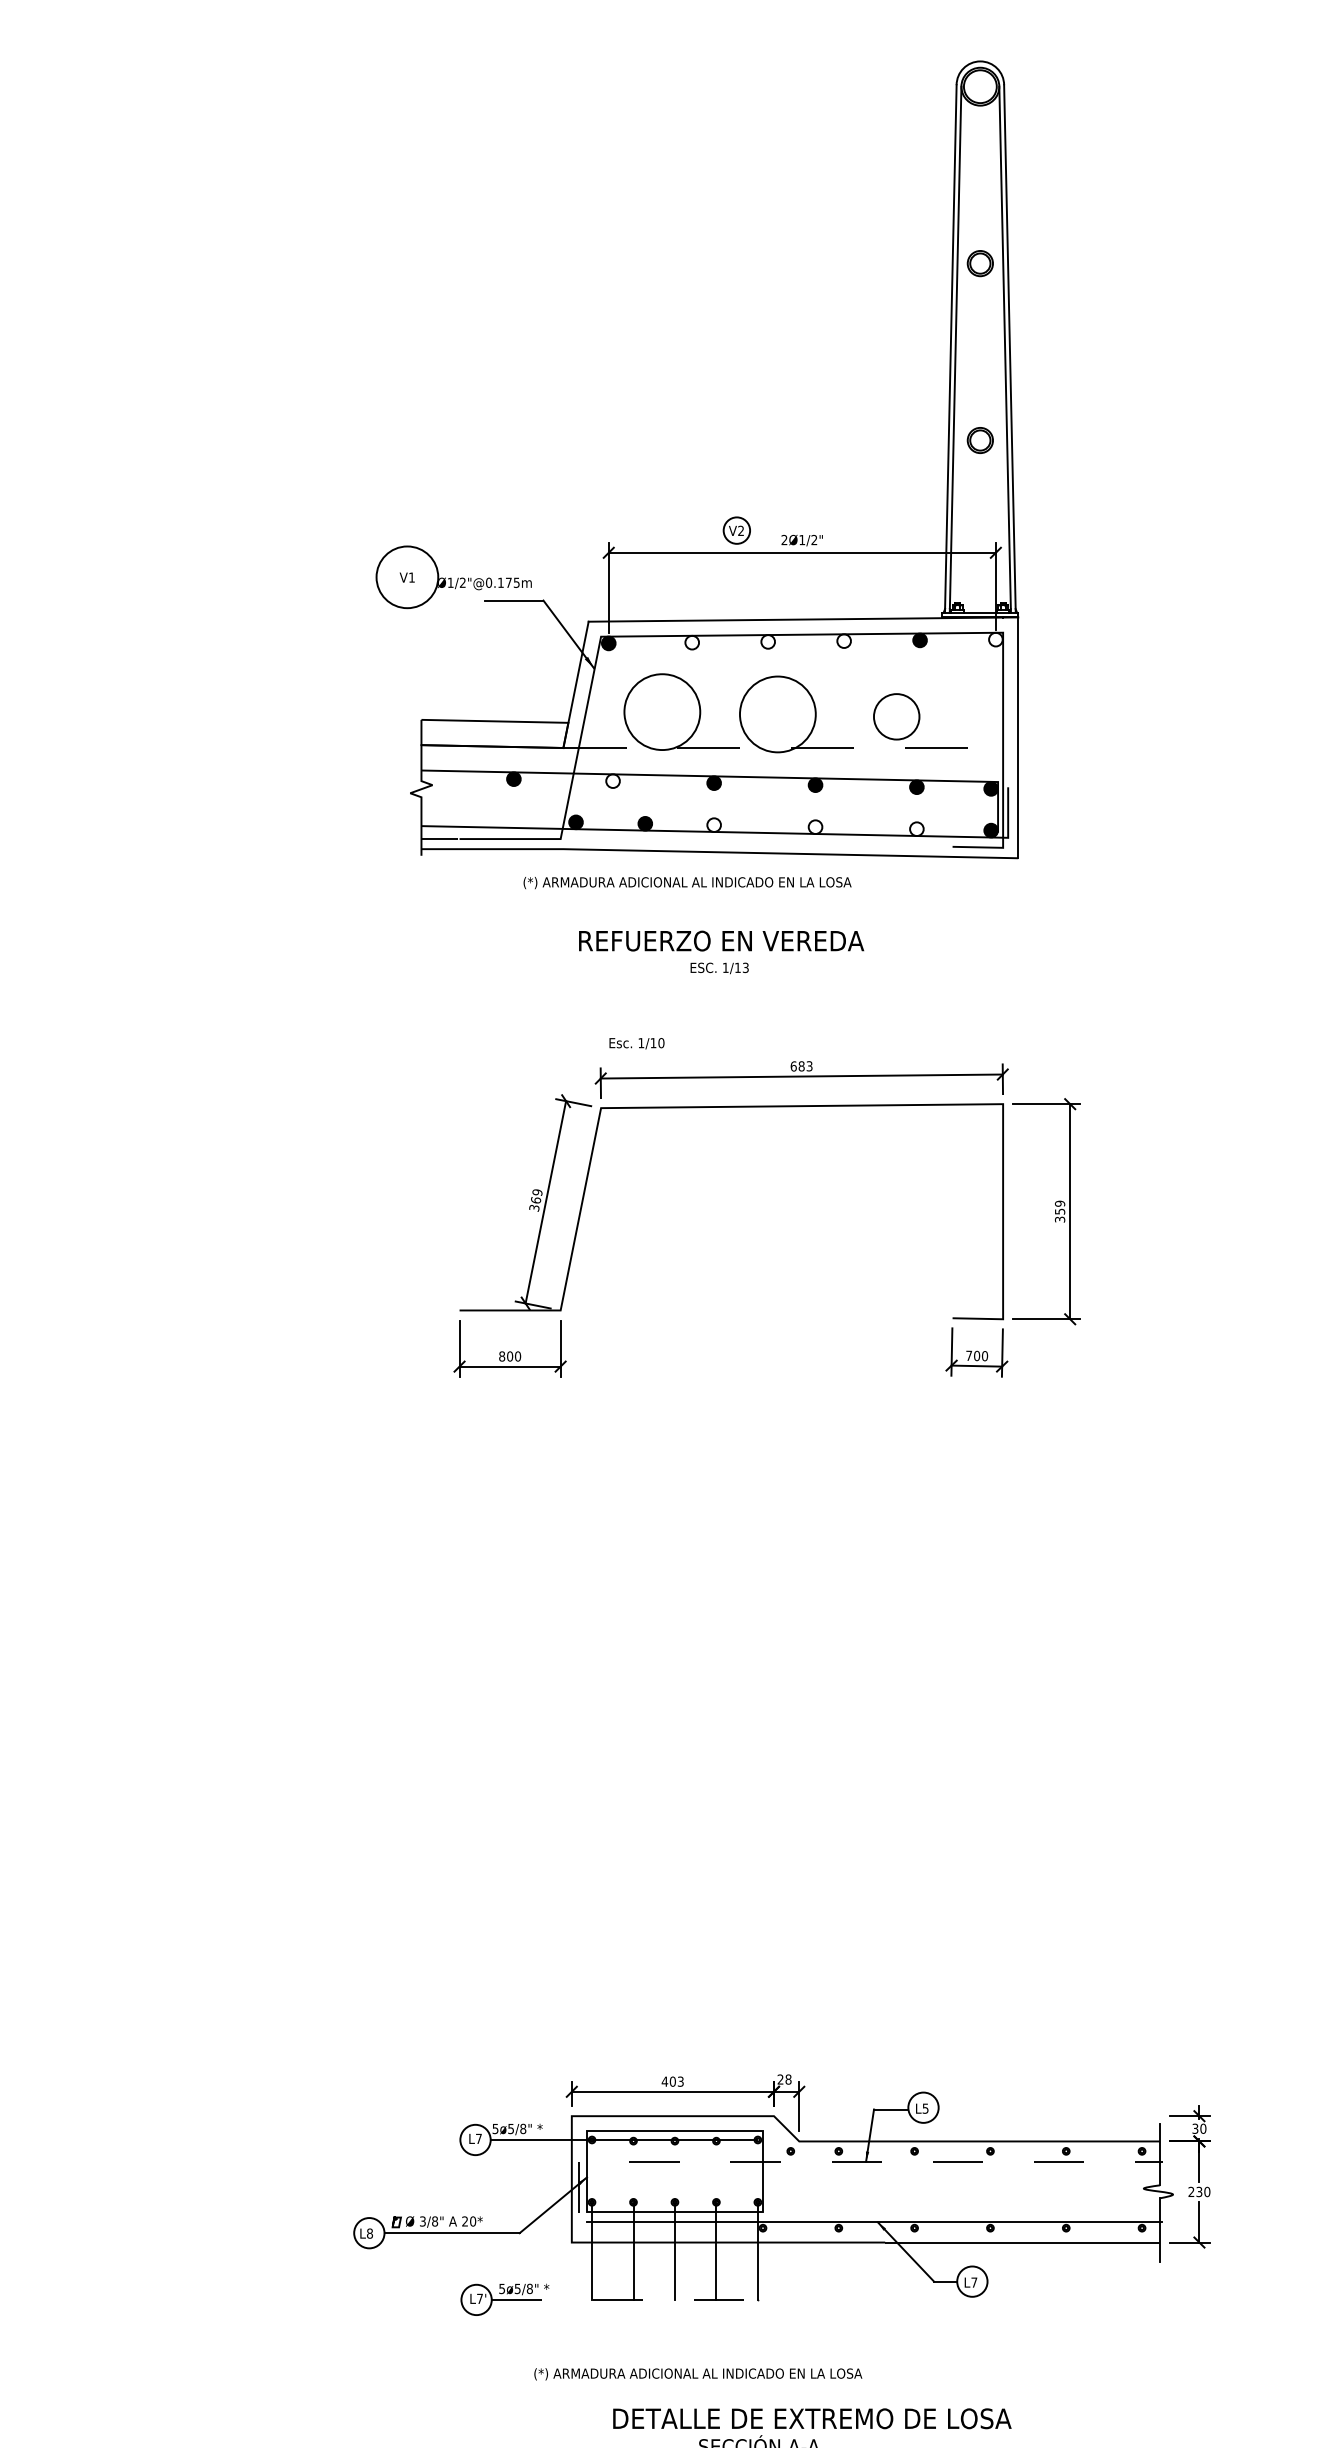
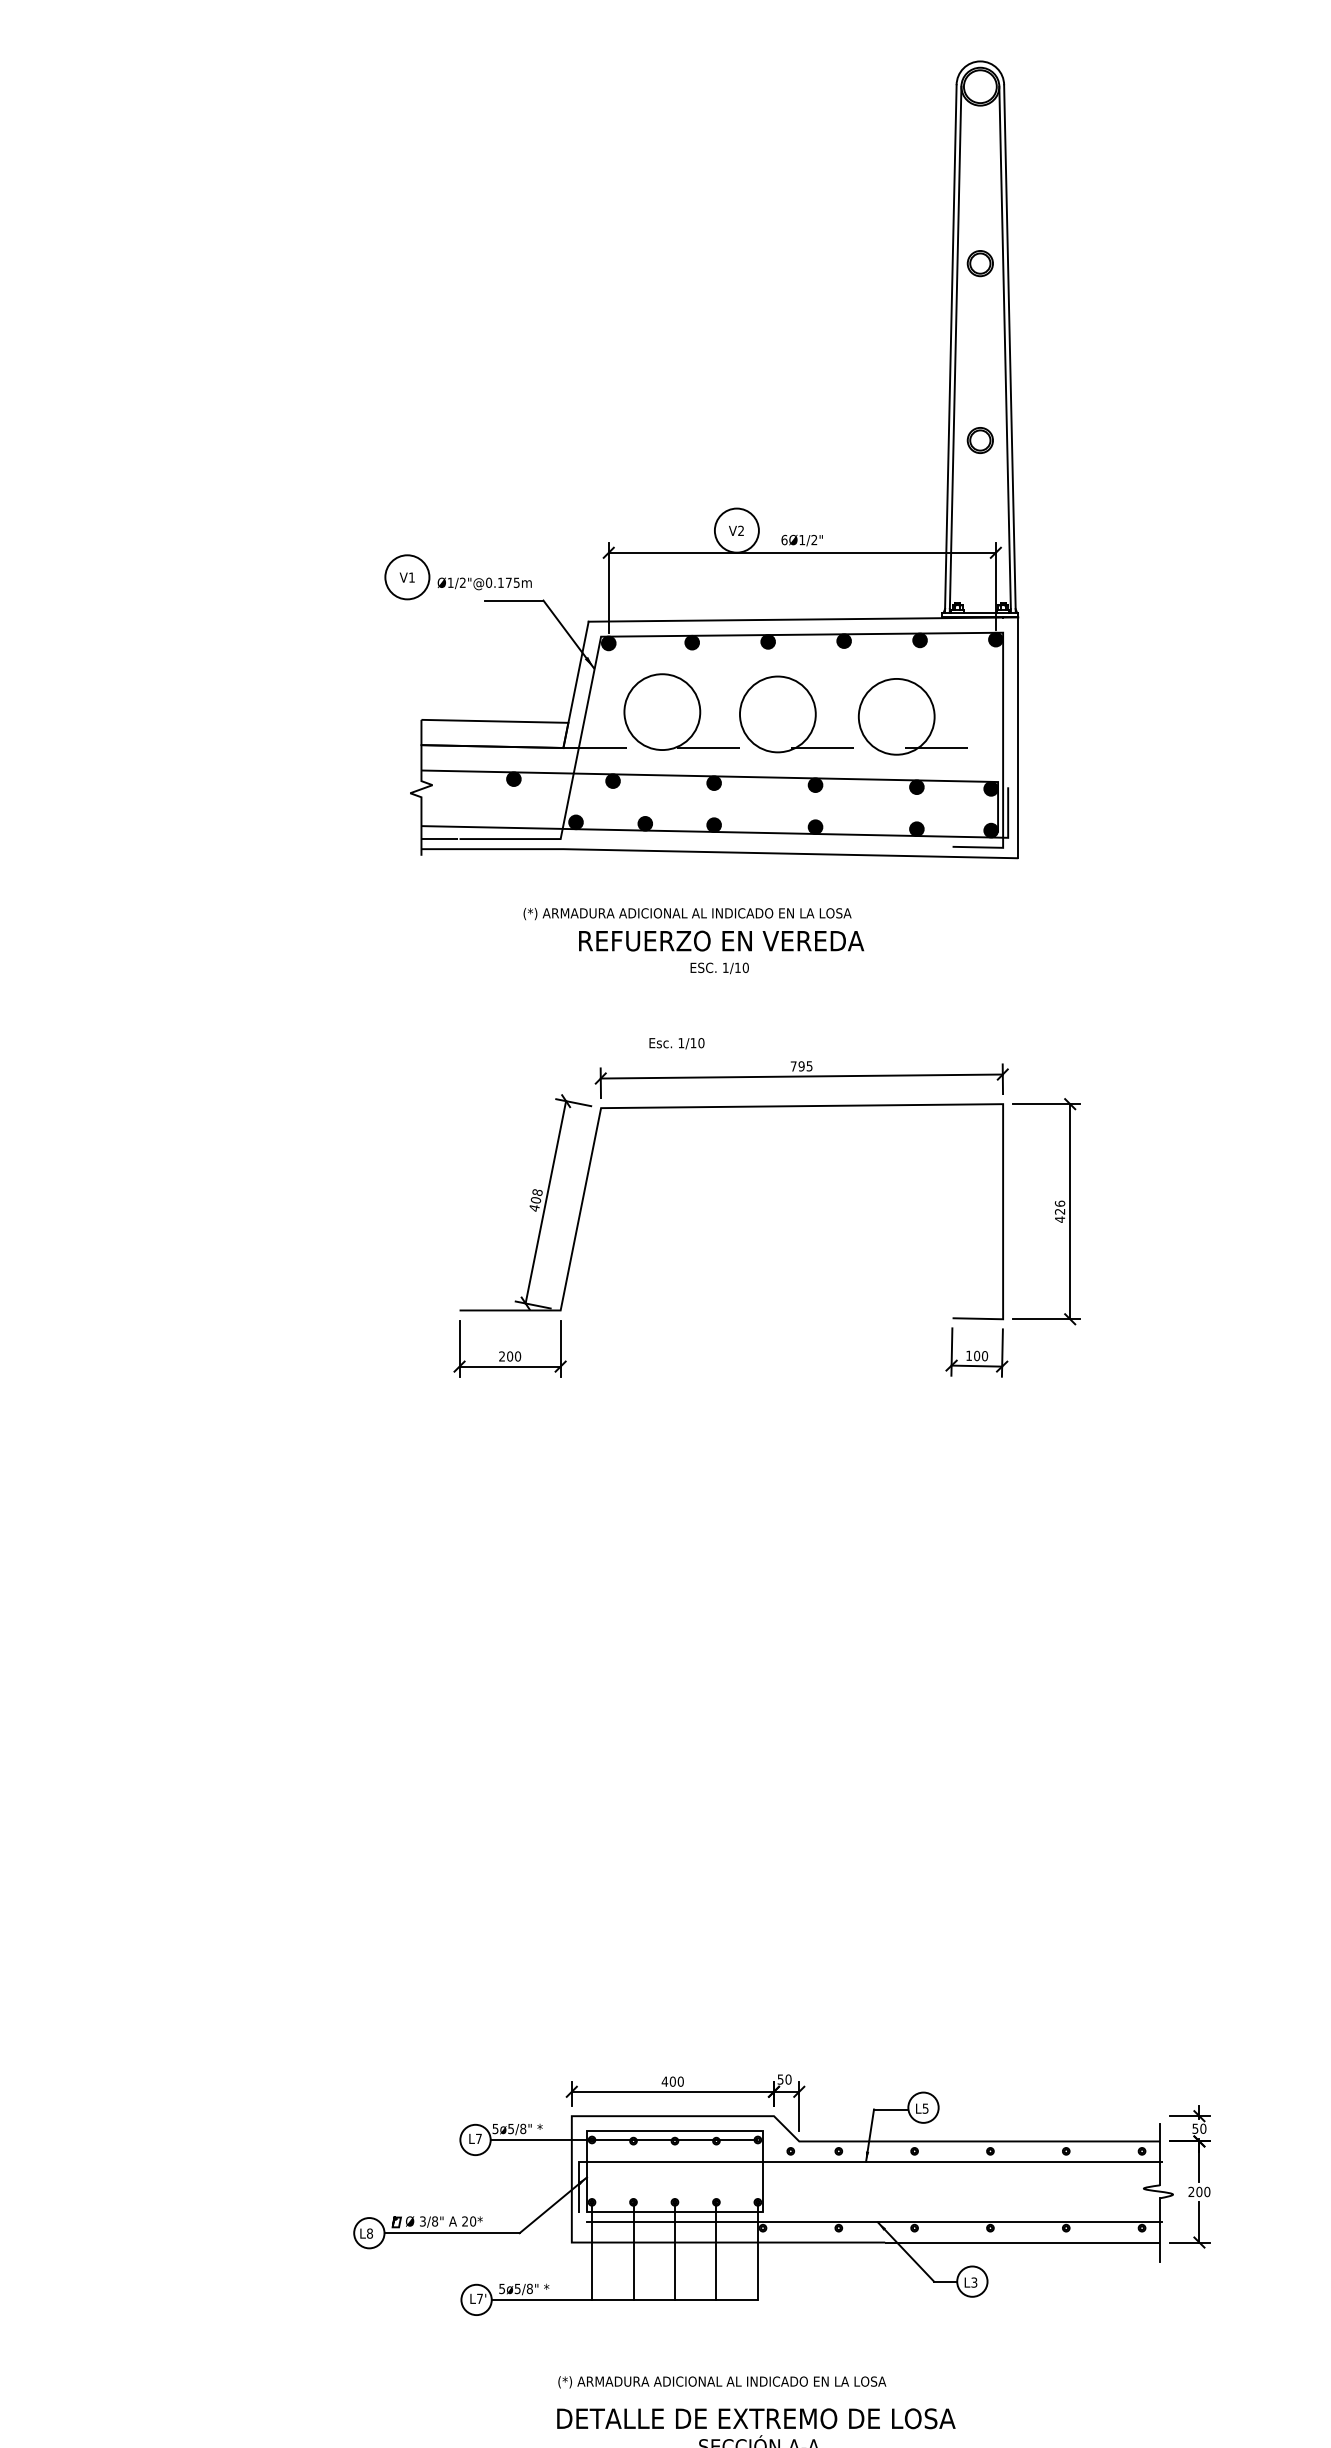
circle at (736, 530) diameter: 26 px -> 44 px
text at (784, 539): 2Ø1/2" -> 6Ø1/2"
circle at (407, 577) diameter: 62 px -> 44 px
fill at (995, 639): none -> present
fill at (768, 641): none -> present
fill at (843, 641): none -> present
fill at (692, 642): none -> present
circle at (896, 716) diameter: 45 px -> 76 px
fill at (612, 781): none -> present
fill at (714, 825): none -> present
fill at (815, 827): none -> present
fill at (916, 829): none -> present
text at (687, 883) position: (687, 883) -> (687, 914)
text at (745, 967): 1/13 -> 1/10
text at (636, 1043) position: (636, 1043) -> (676, 1043)
text at (801, 1066): 683 -> 795
text at (535, 1200): 369 -> 408
text at (1059, 1211): 359 -> 426
text at (969, 1355): 700 -> 100
text at (502, 1356): 800 -> 200
text at (784, 2079): 28 -> 50
text at (680, 2081): 403 -> 400
text at (1195, 2127): 30 -> 50
line at (845, 2161): dashed -> solid
text at (1199, 2191): 230 -> 200
text at (974, 2282): L7 -> L3
line at (625, 2299): dashed -> solid
text at (698, 2374) position: (698, 2374) -> (722, 2382)
text at (812, 2418) position: (812, 2418) -> (756, 2418)
